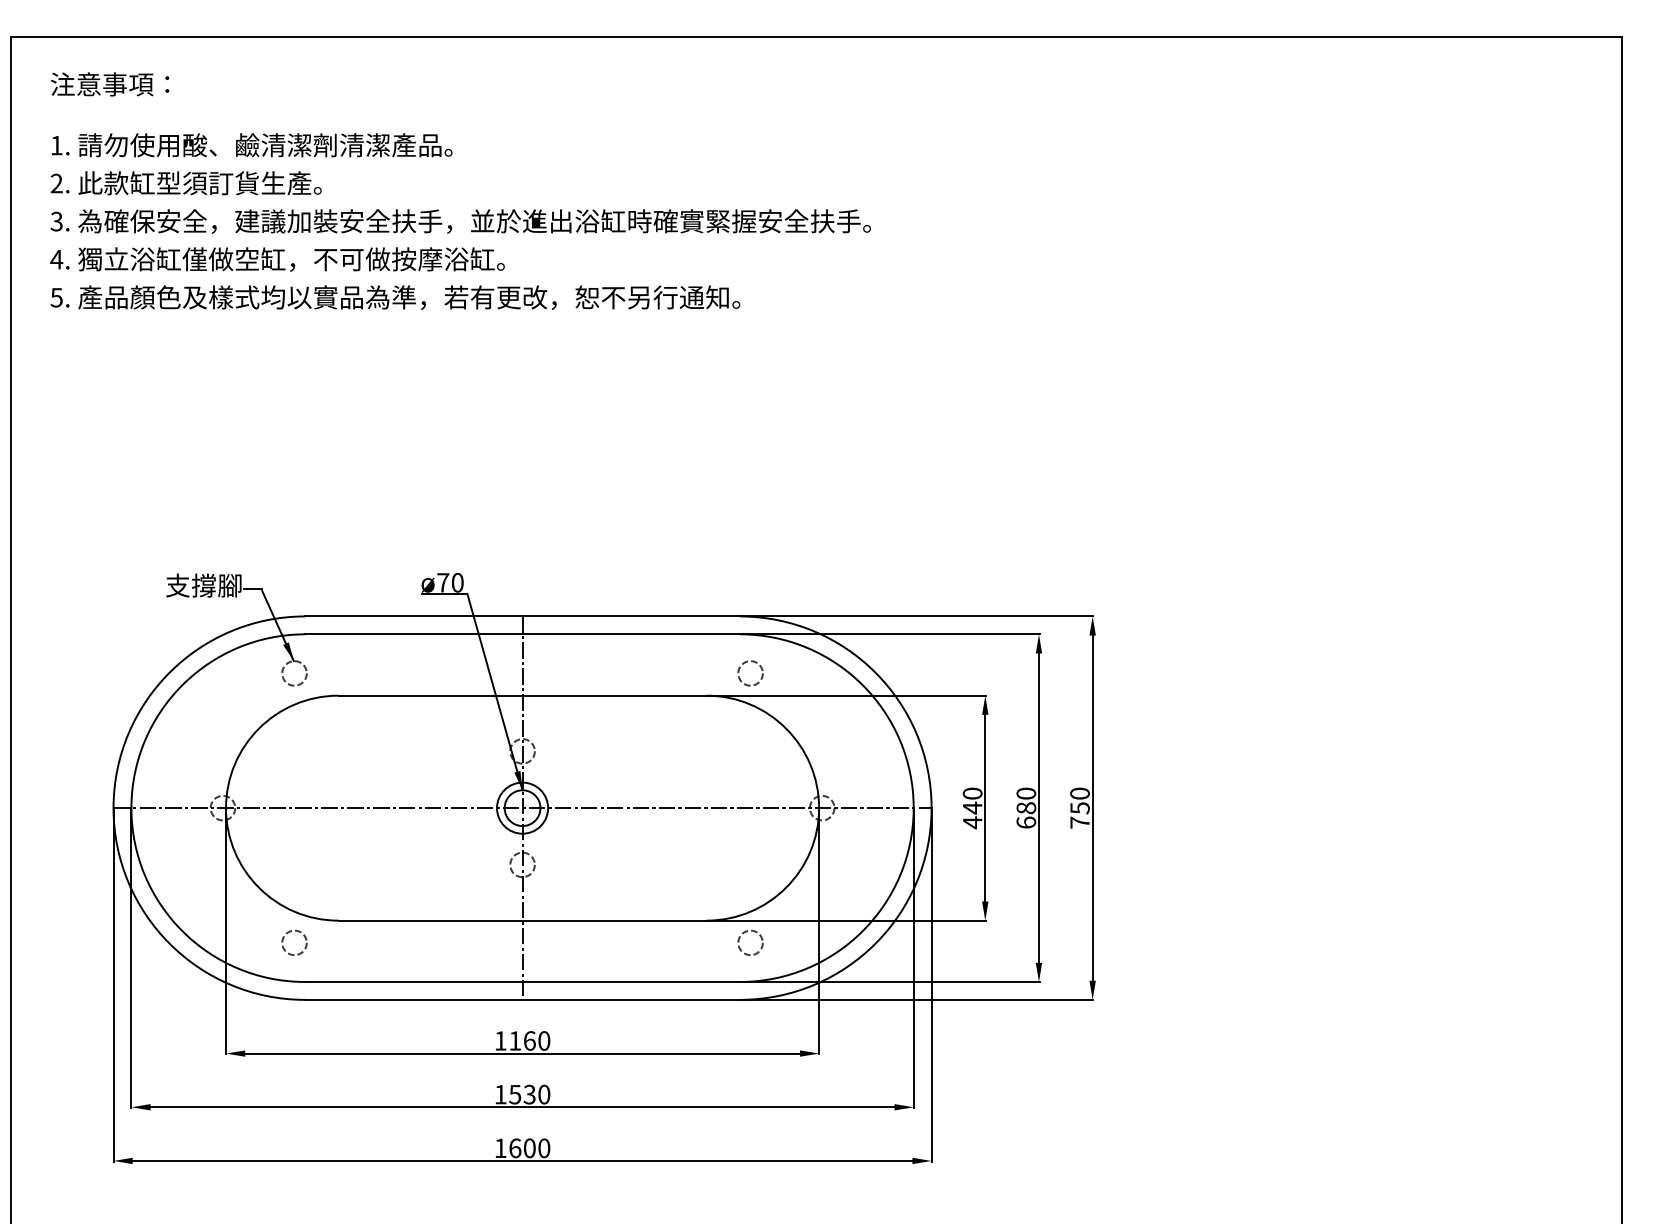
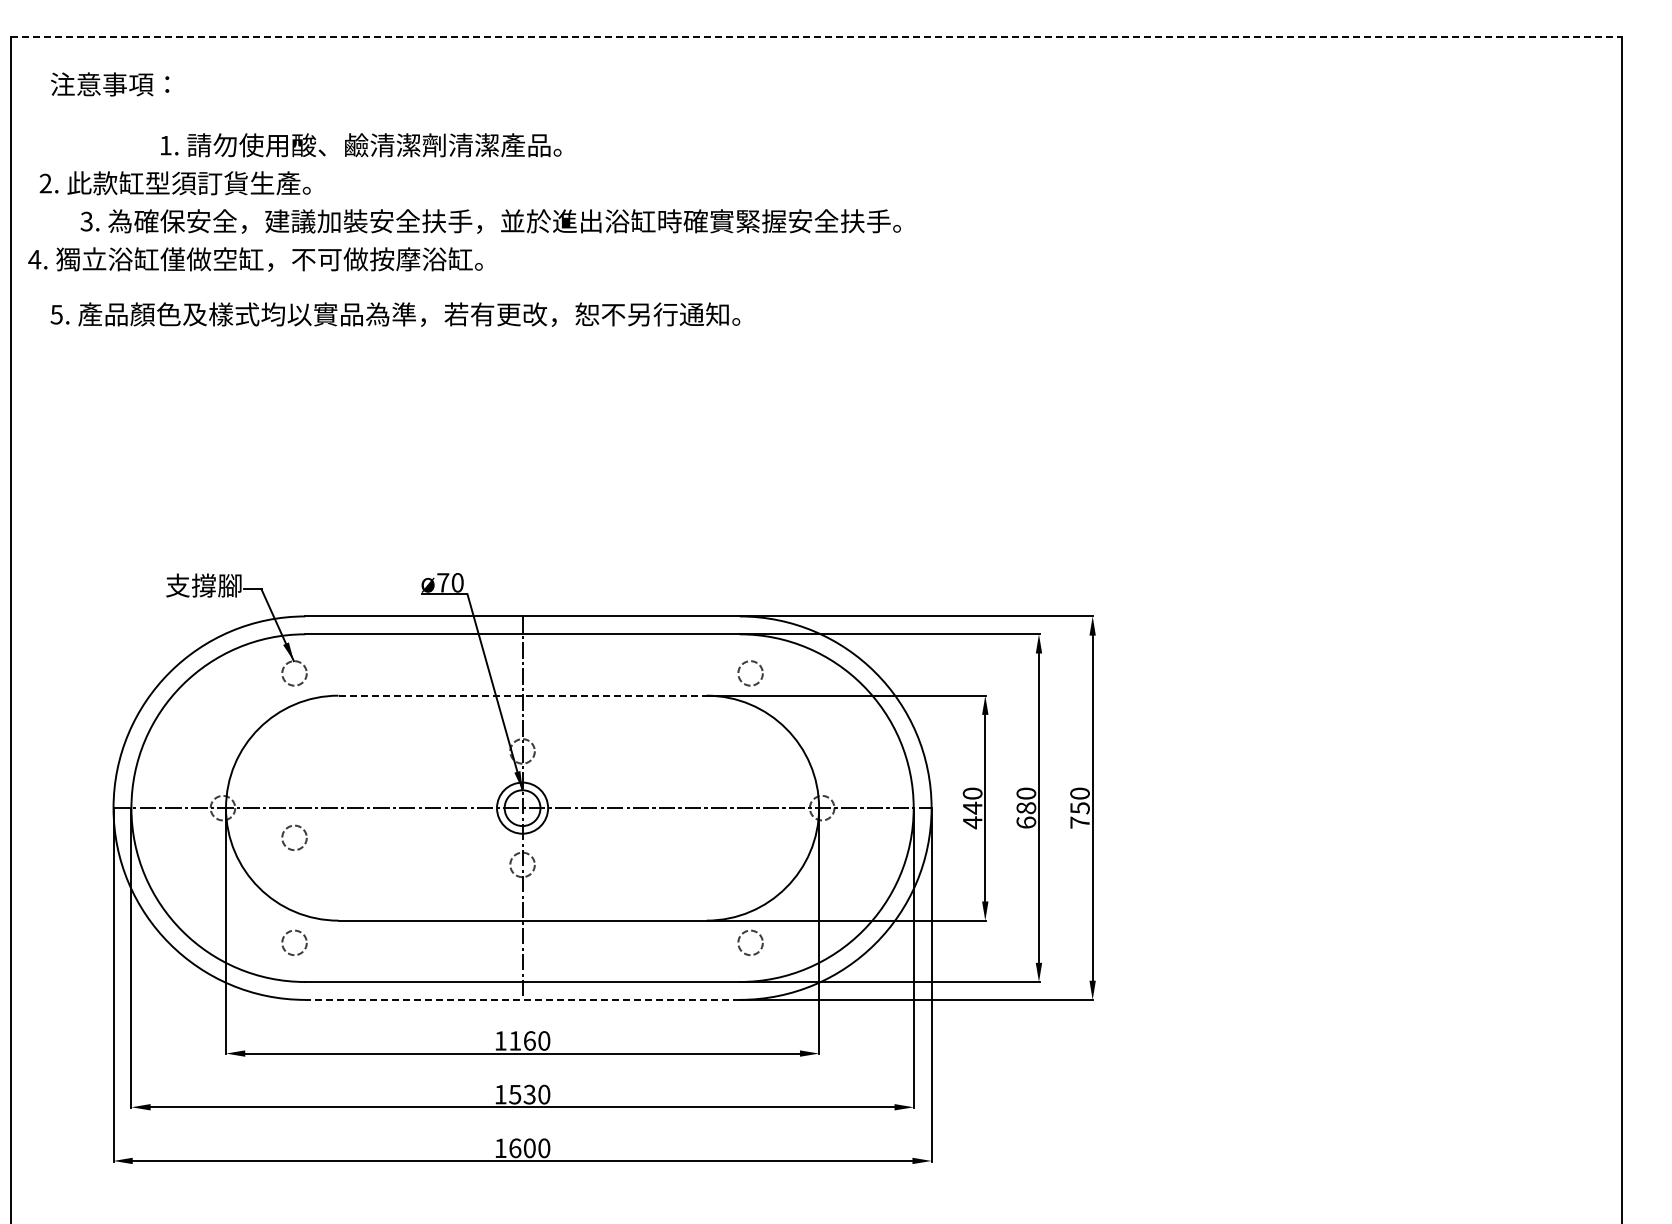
line at (817, 36): solid -> dashed
text at (252, 145) position: (252, 145) -> (361, 145)
text at (185, 183) position: (185, 183) -> (174, 183)
text at (460, 221) position: (460, 221) -> (490, 221)
text at (277, 259) position: (277, 259) -> (255, 259)
text at (395, 297) position: (395, 297) -> (395, 314)
line at (523, 695): solid -> dashed
circle at (294, 837): none -> present
line at (522, 999): solid -> dashed
